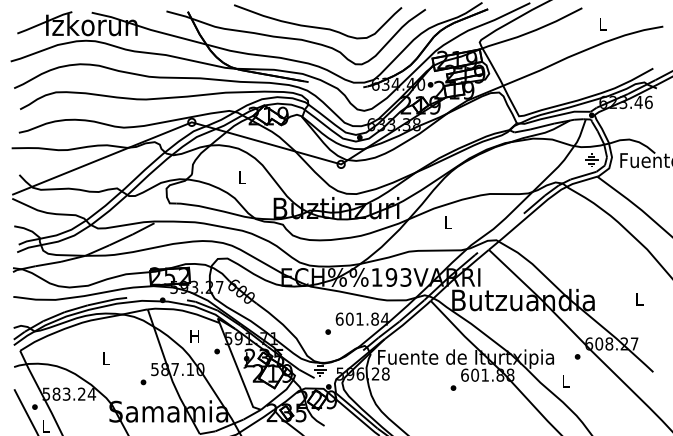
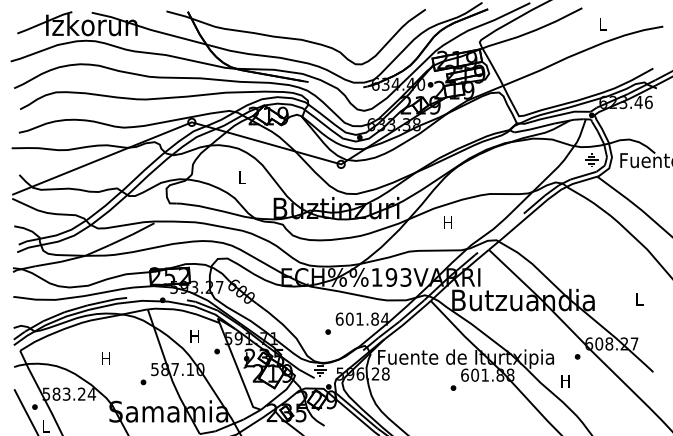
curve at (317, 26): present -> none
text at (447, 222): L -> H
text at (105, 358): L -> H
text at (565, 381): L -> H
